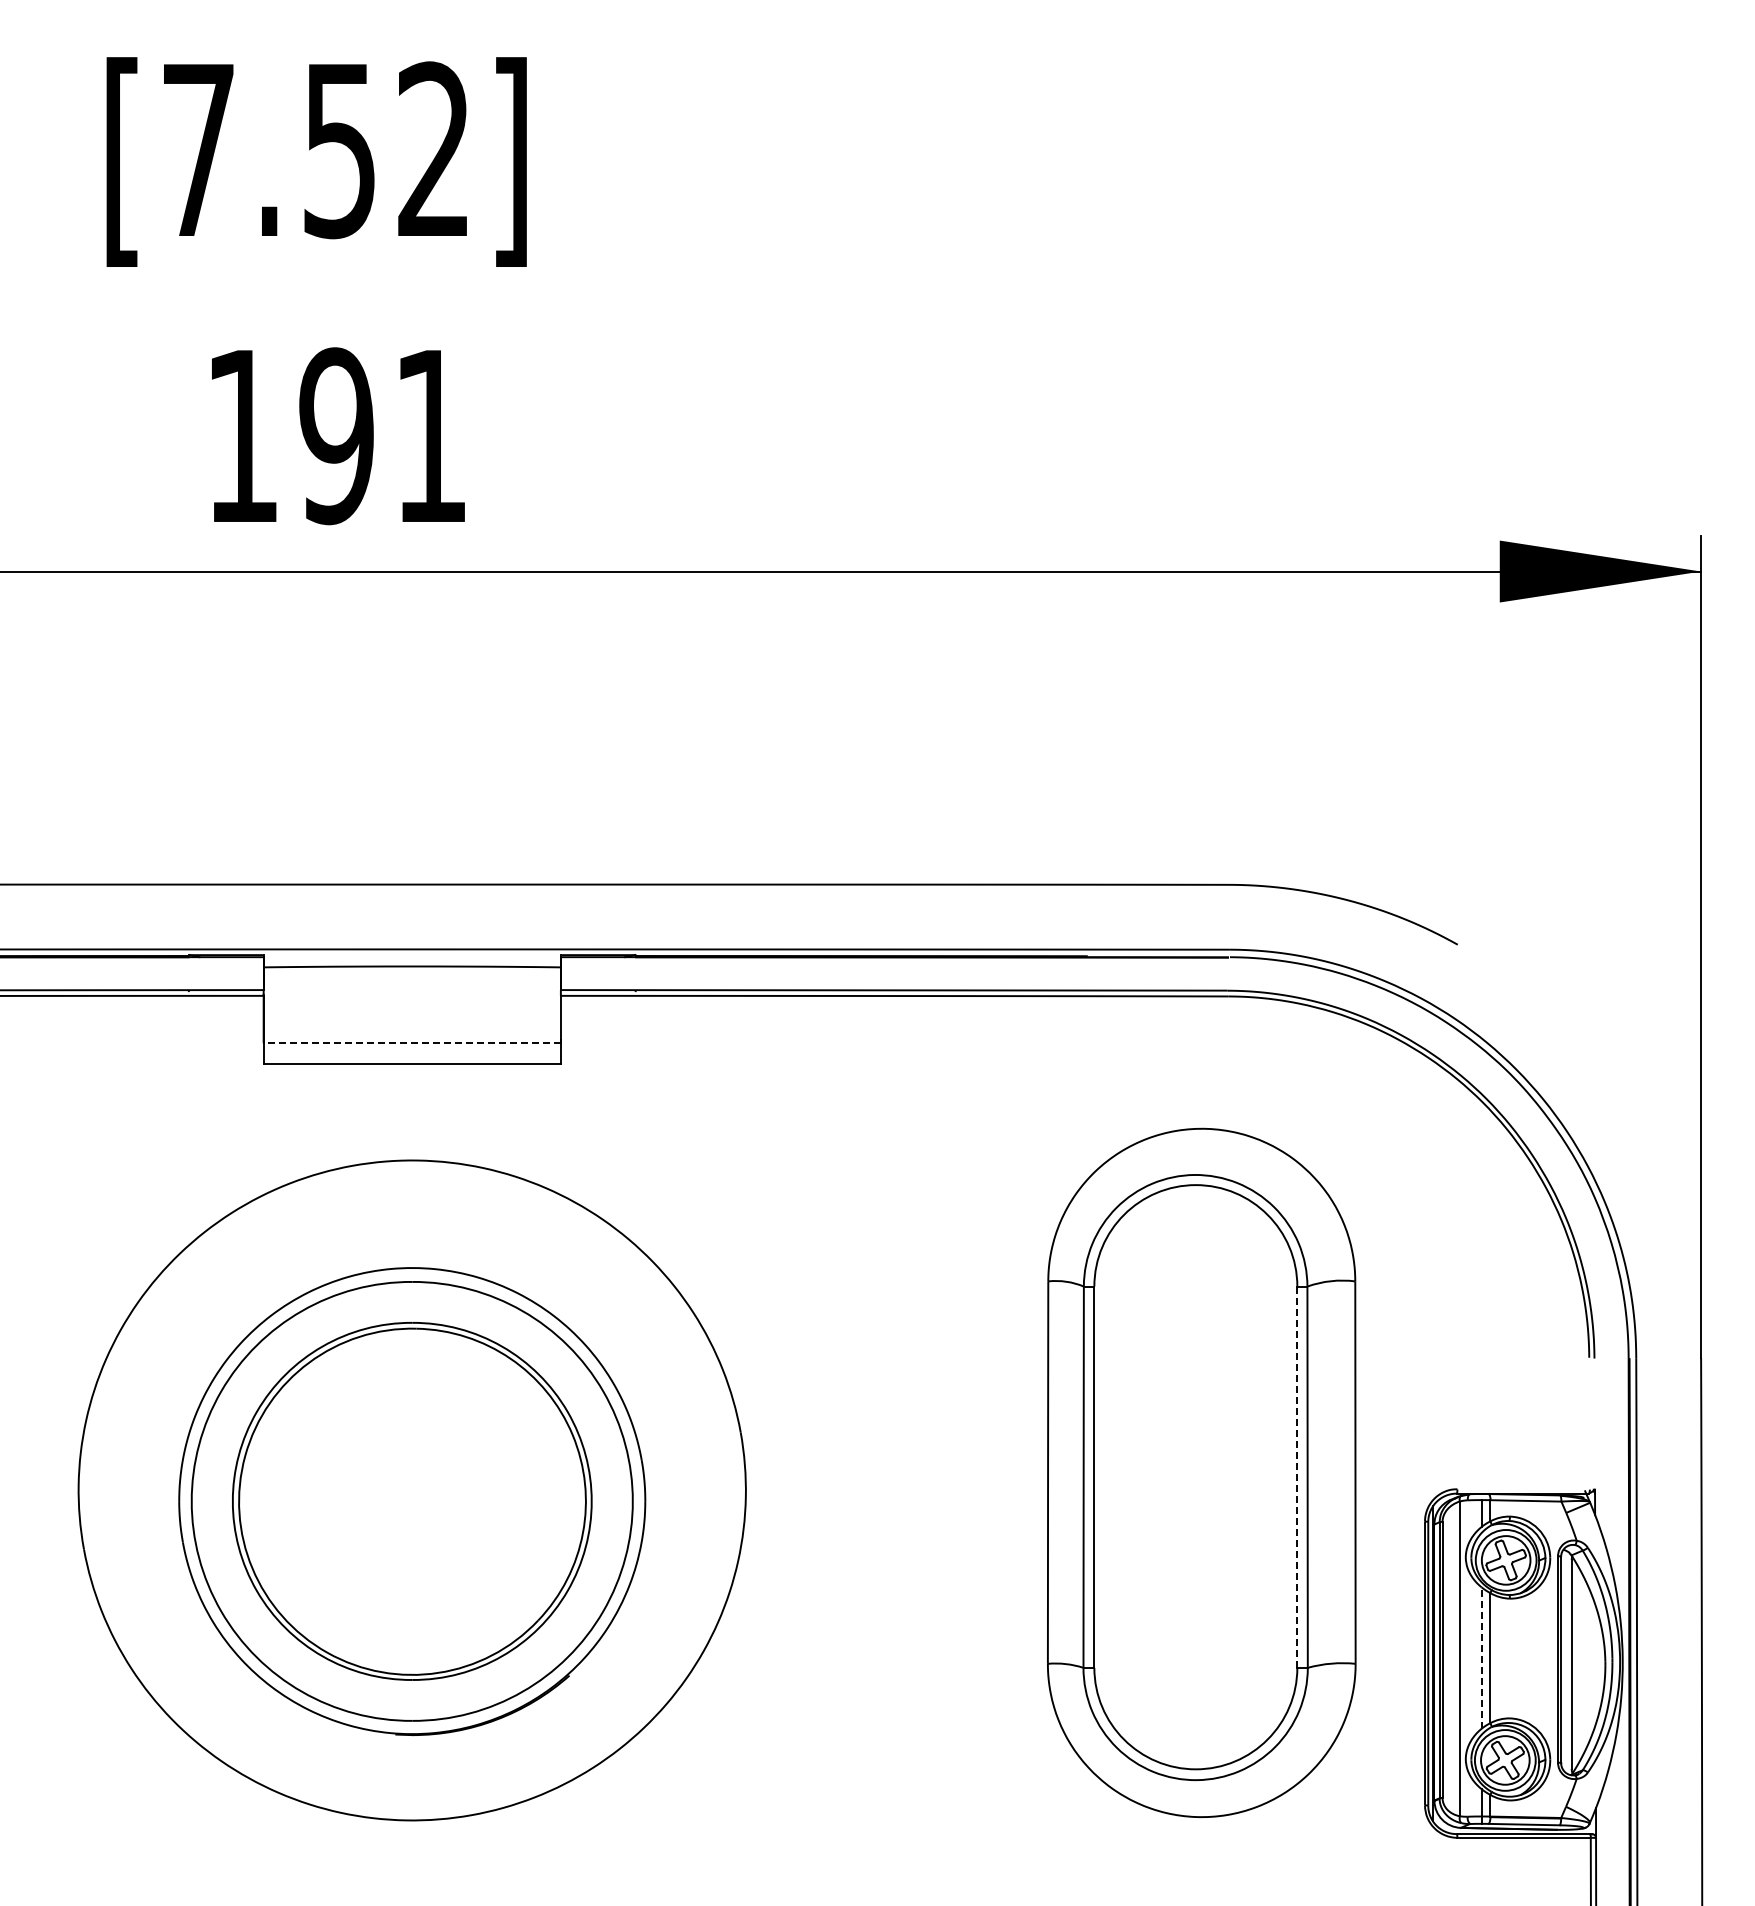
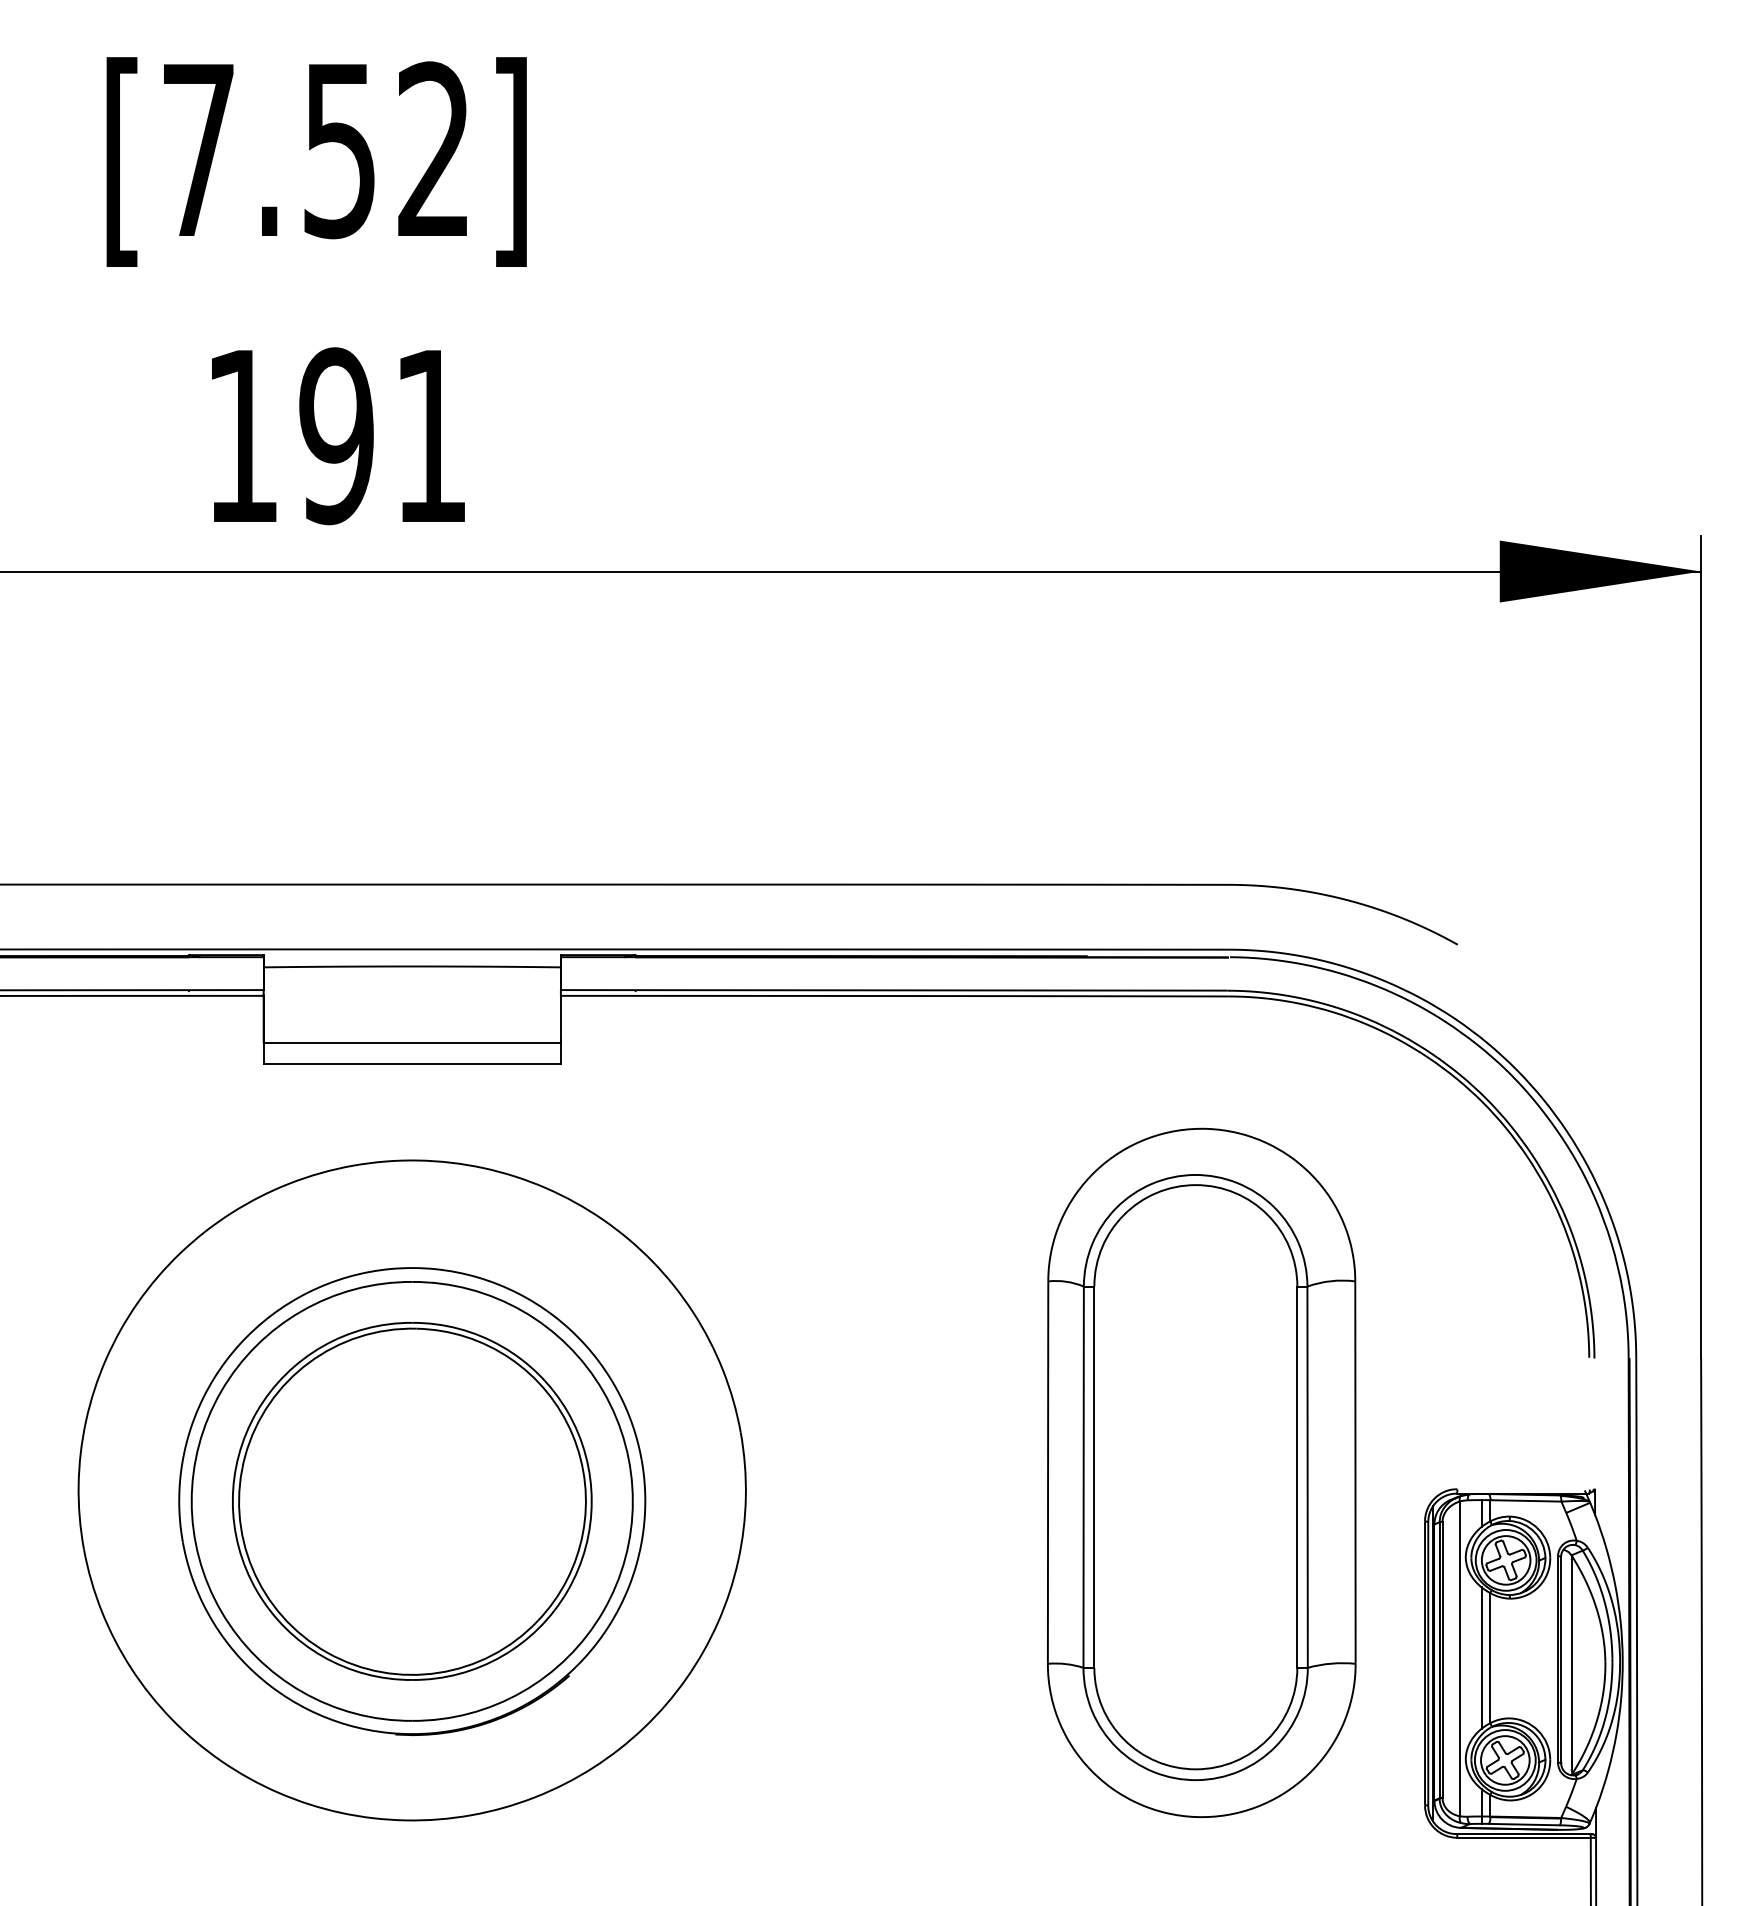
line at (412, 1043): dashed -> solid
line at (1297, 1477): dashed -> solid
line at (1481, 1658): dashed -> solid
